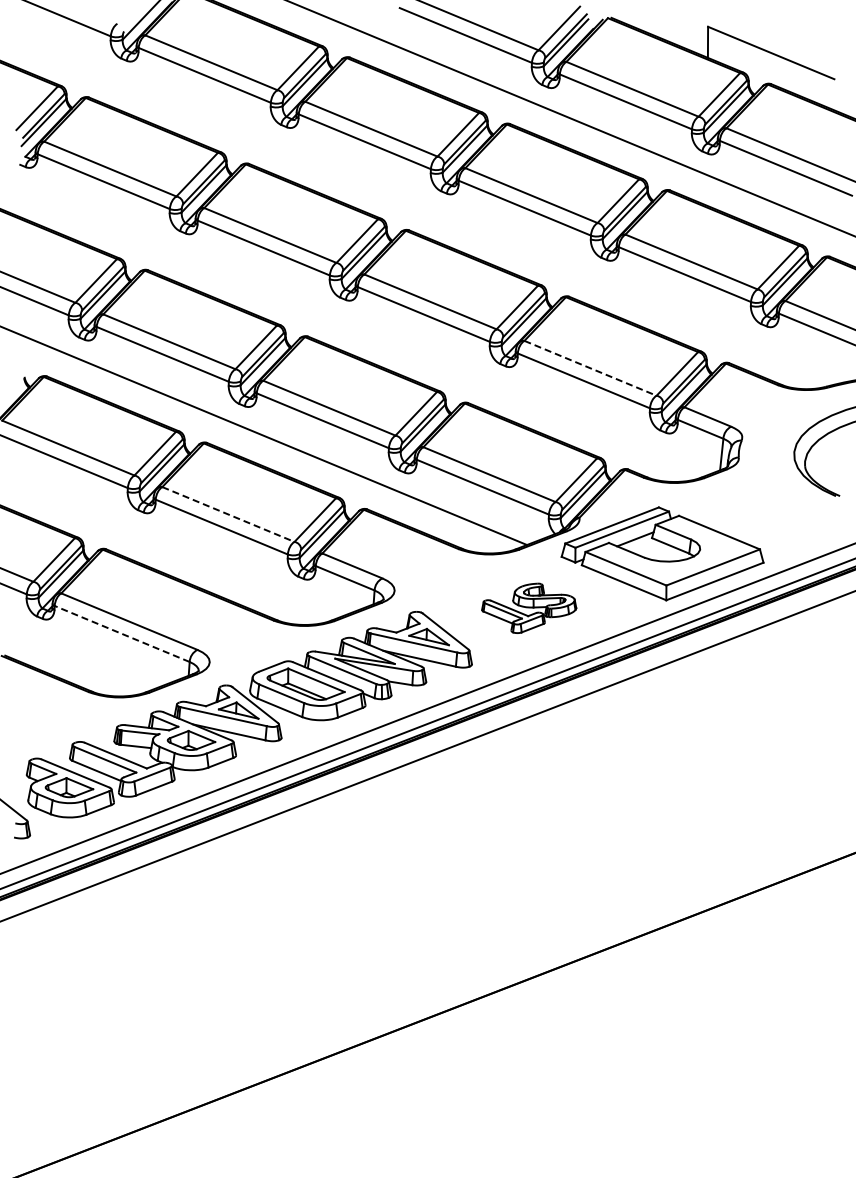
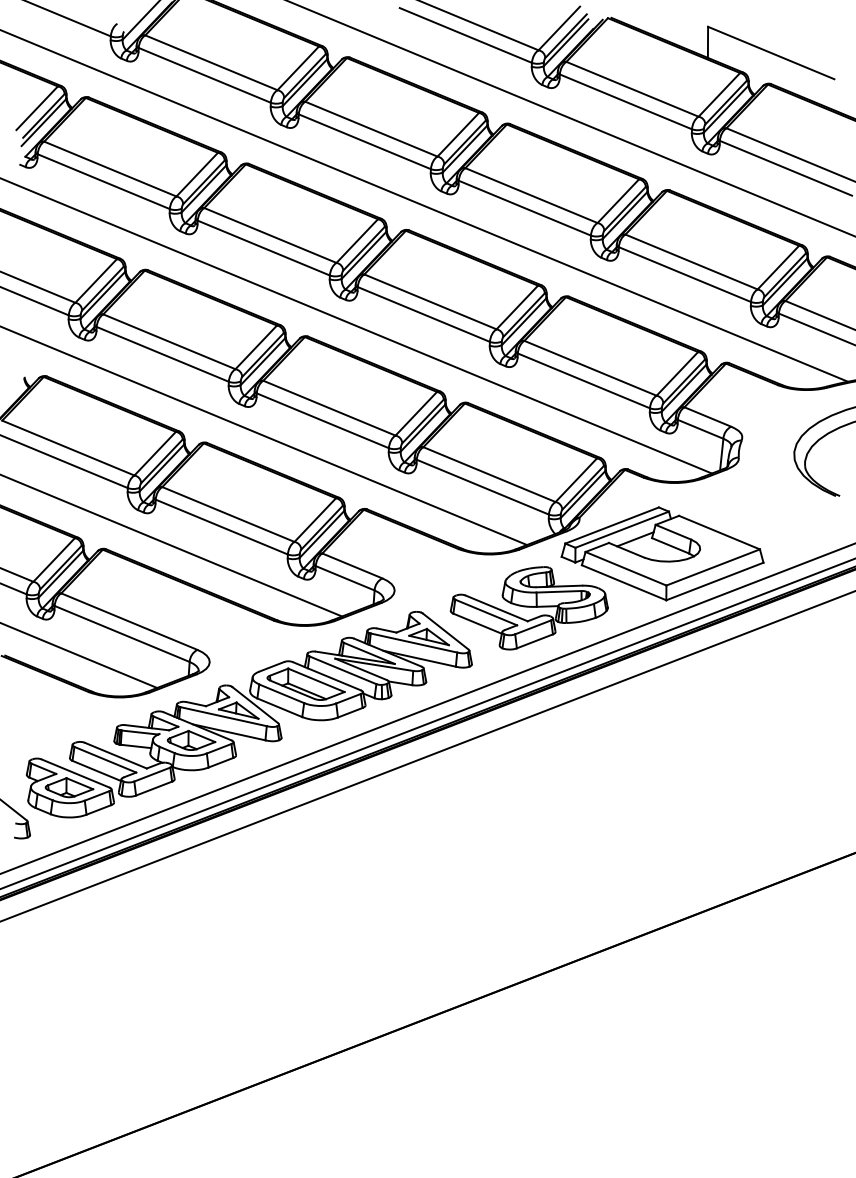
line at (425, 206): none -> present
line at (356, 326): none -> present
line at (590, 368): dashed -> solid
line at (228, 514): dashed -> solid
line at (172, 545): none -> present
part at (529, 607) size: 97x52 px -> 160x85 px
line at (121, 633): dashed -> solid
line at (79, 655): none -> present
